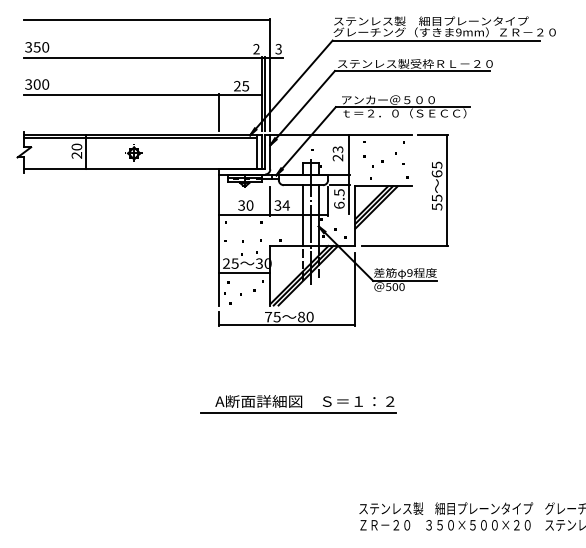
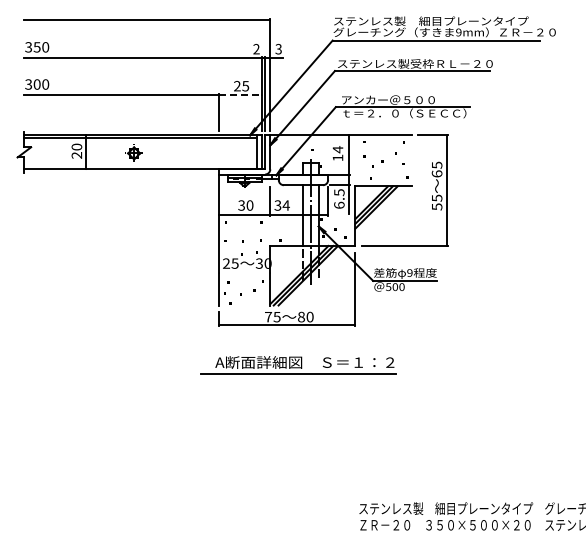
line at (241, 95): solid -> dashed
text at (337, 153): 23 -> 14
line at (244, 273): present -> none
part at (298, 404) position: (298, 404) -> (298, 365)
